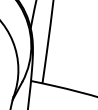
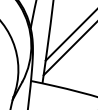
line at (69, 35): none -> present
line at (68, 49): none -> present
